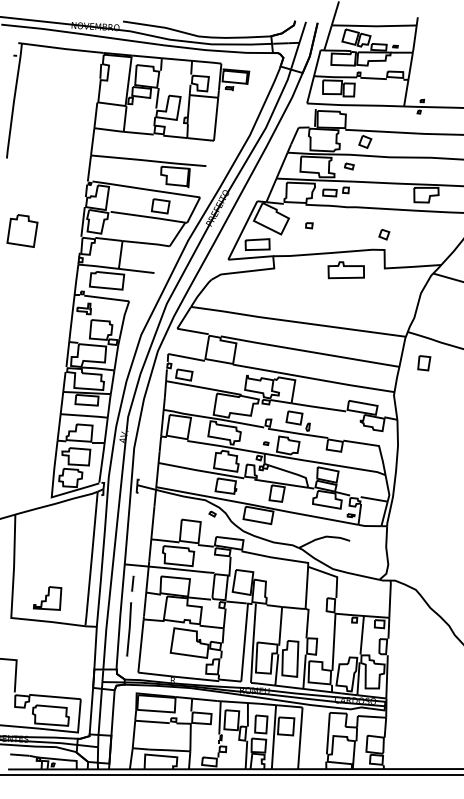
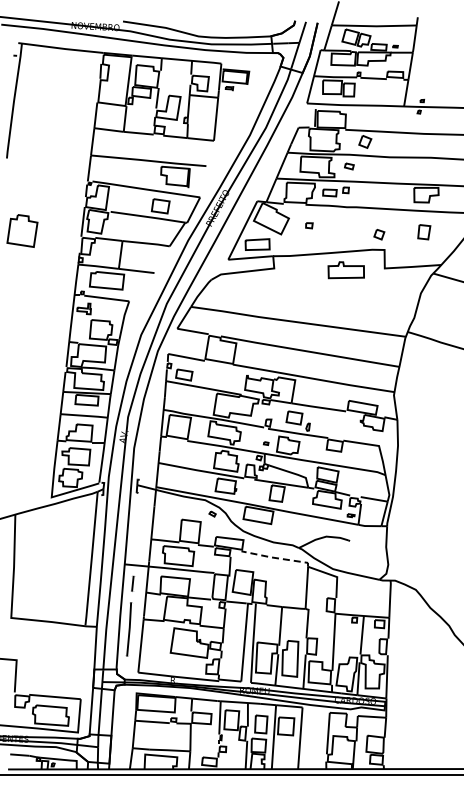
part at (384, 234) position: (384, 234) -> (379, 234)
part at (424, 363) position: (424, 363) -> (424, 232)
line at (275, 558): solid -> dashed
part at (47, 598): present -> none
